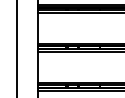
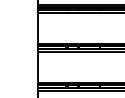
line at (17, 48): present -> none
